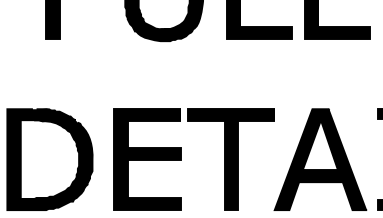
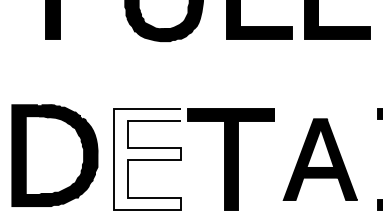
part at (49, 159) position: (49, 159) -> (54, 155)
fill at (147, 159): present -> none
part at (320, 159) size: 95x103 px -> 76x83 px
